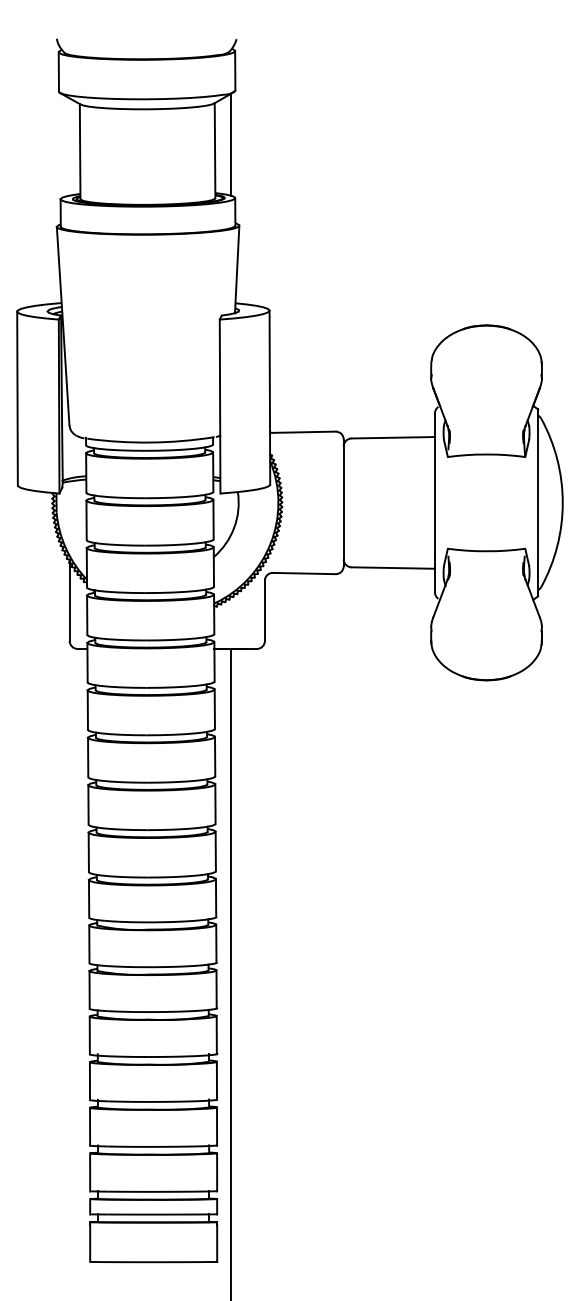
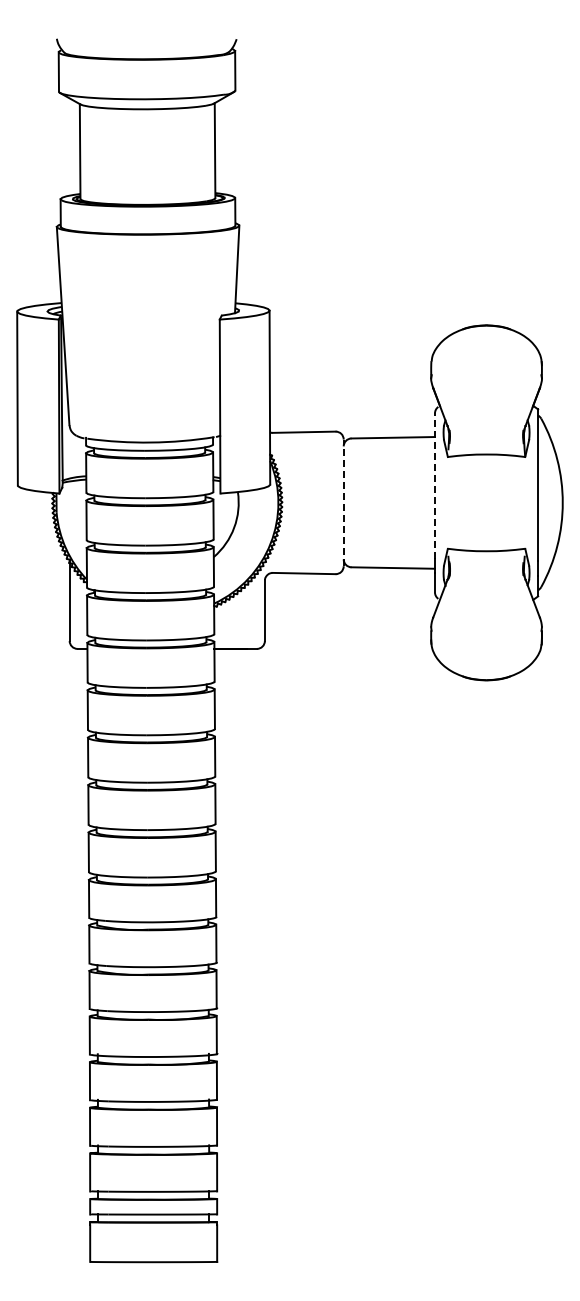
line at (230, 144): present -> none
line at (434, 486): solid -> dashed
line at (343, 502): solid -> dashed
line at (230, 973): present -> none
